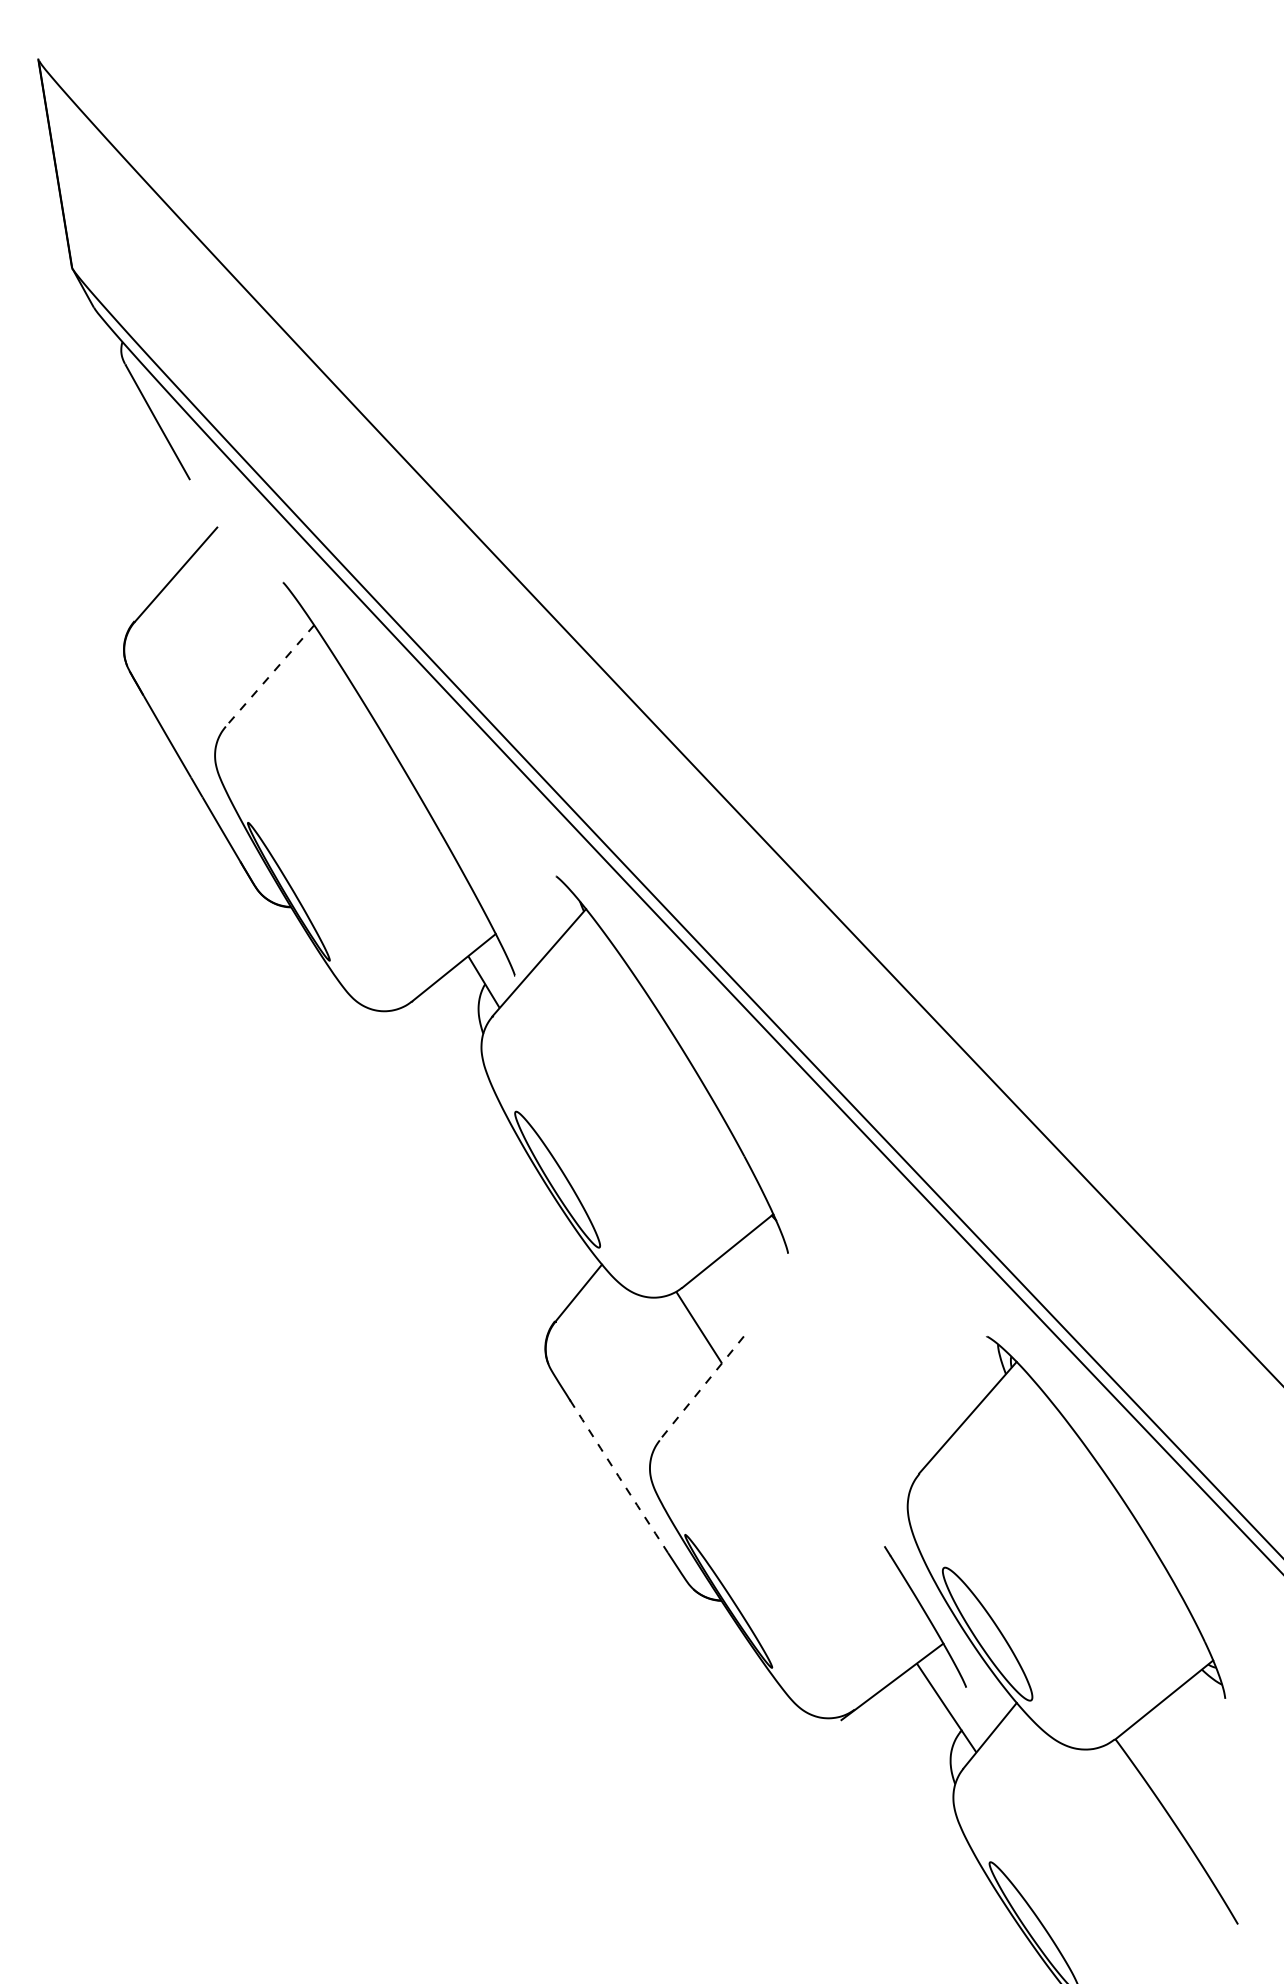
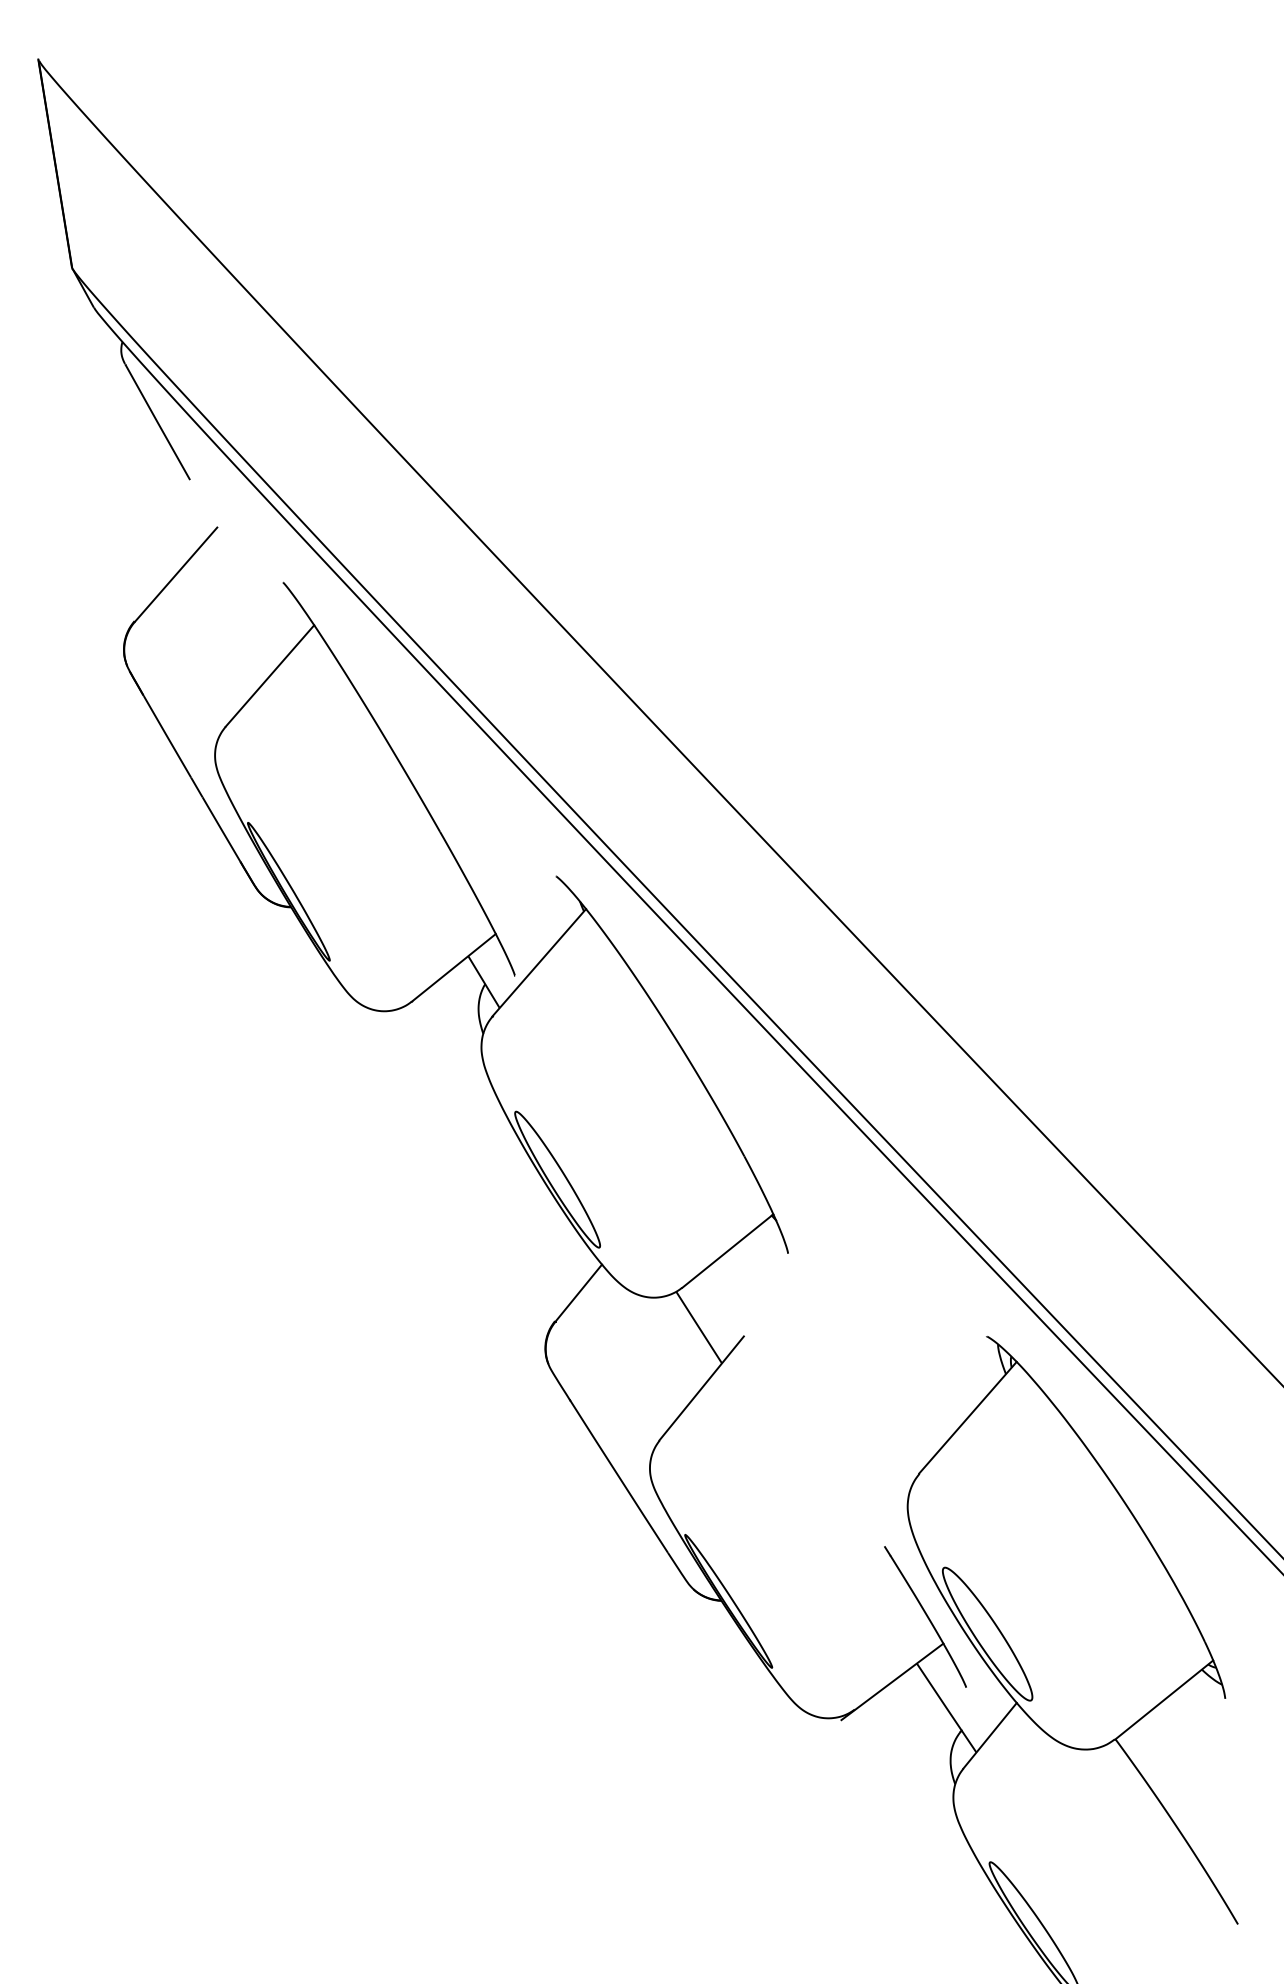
line at (269, 676): dashed -> solid
line at (701, 1388): dashed -> solid
arc at (618, 1476): dashed -> solid
